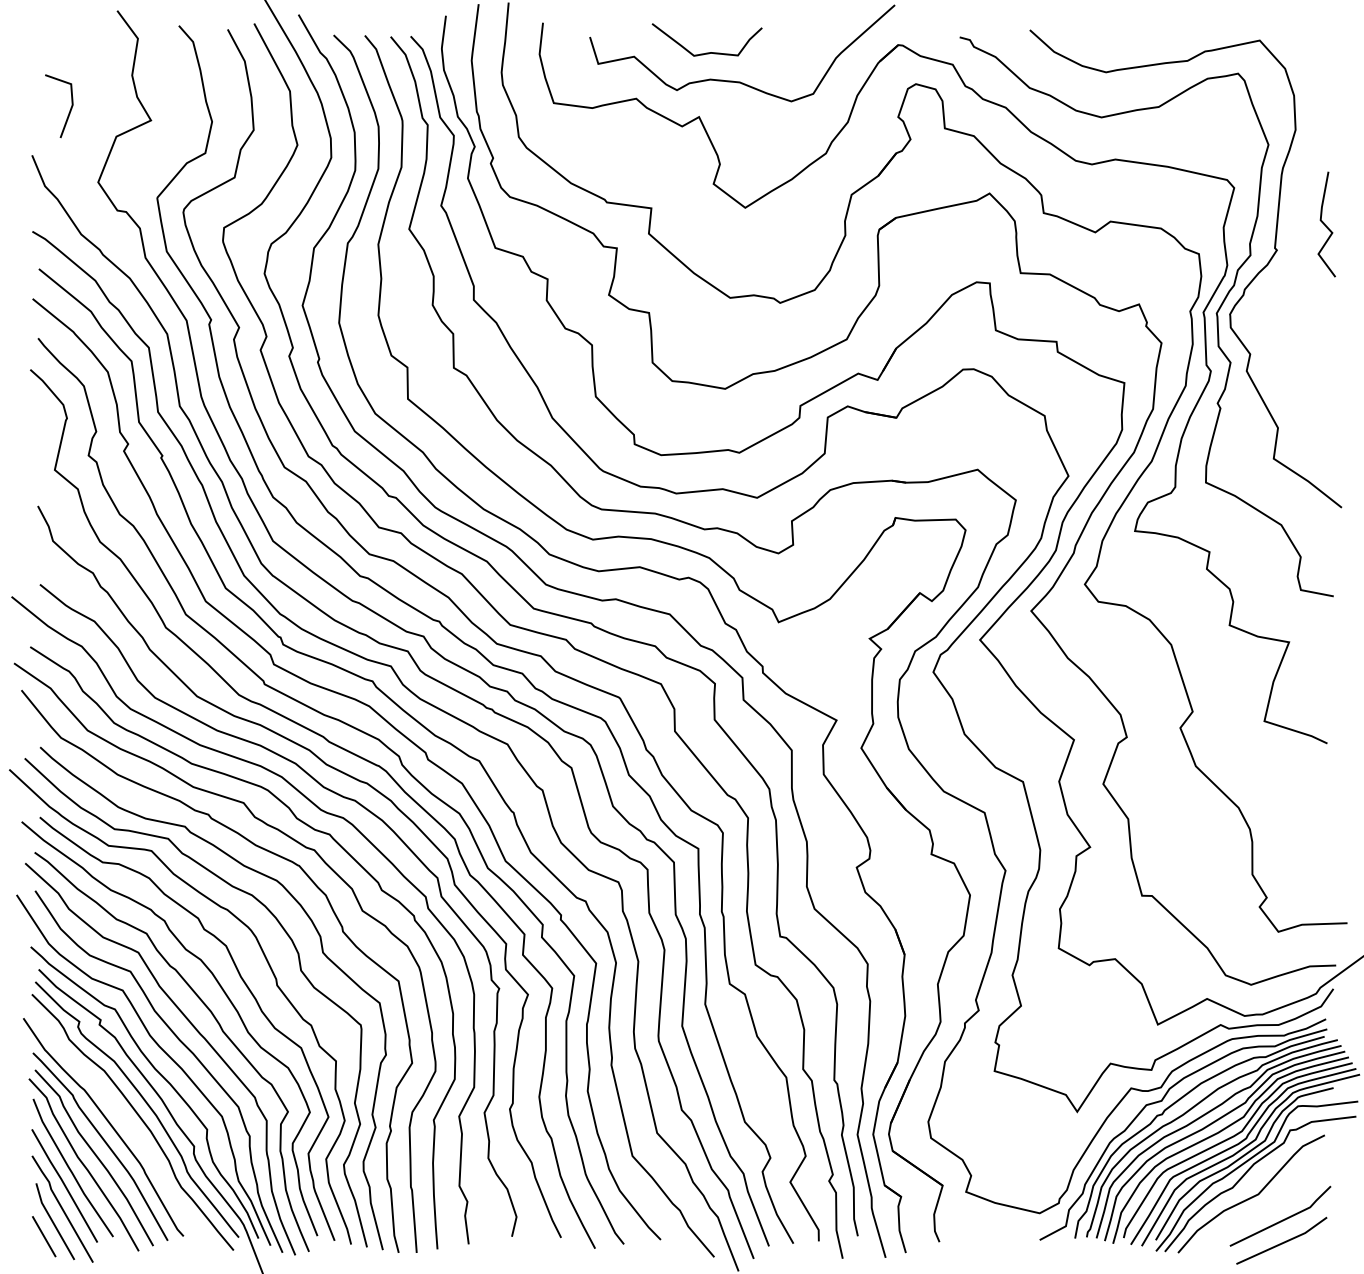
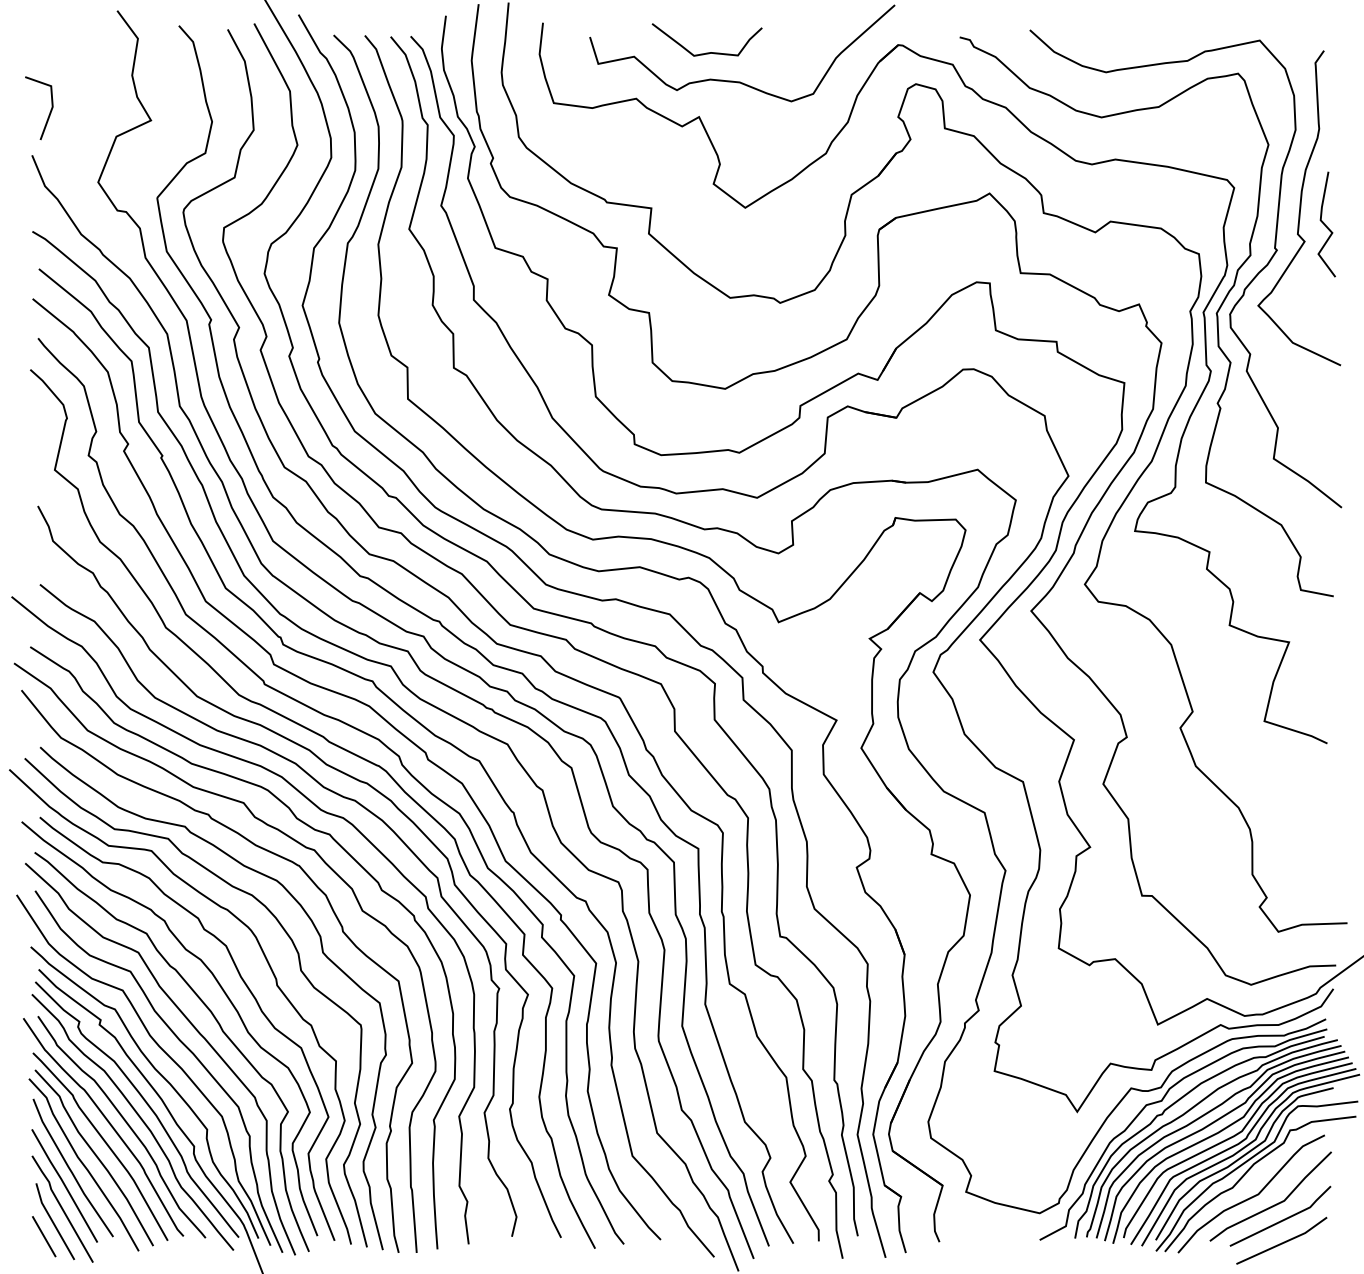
line at (69, 110) position: (69, 110) -> (49, 112)
curve at (1299, 208): none -> present
curve at (126, 1124): none -> present
line at (1274, 1204): none -> present
